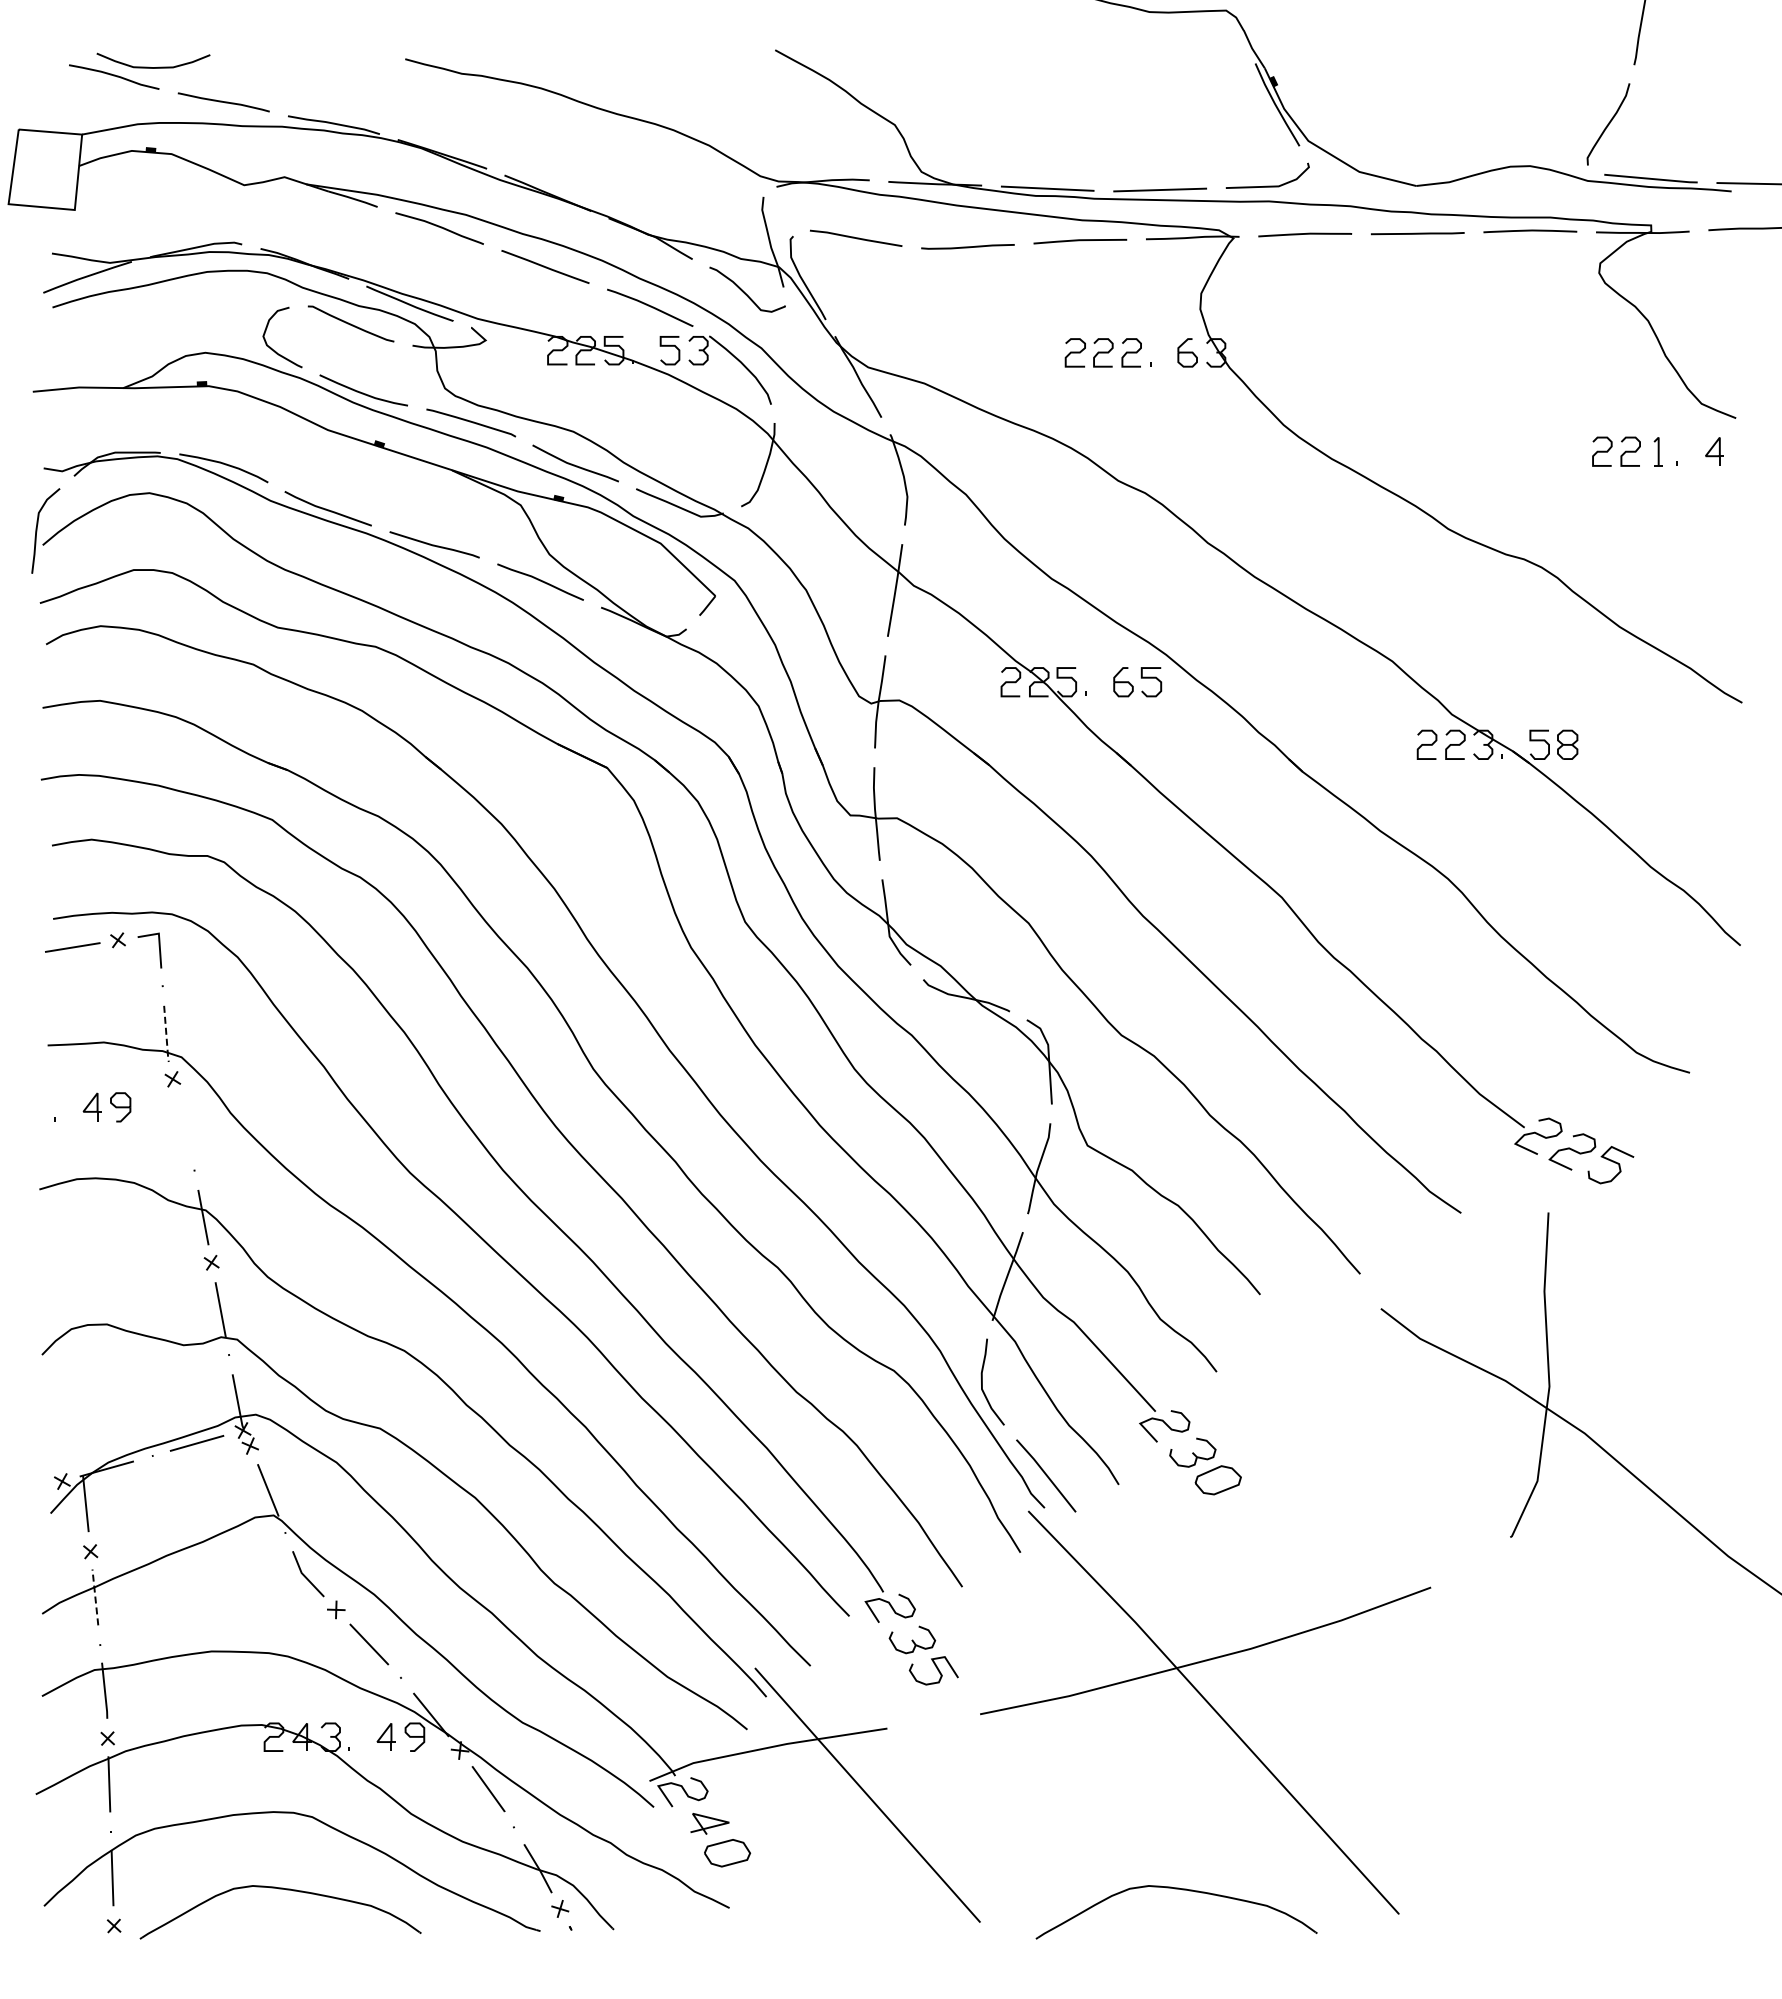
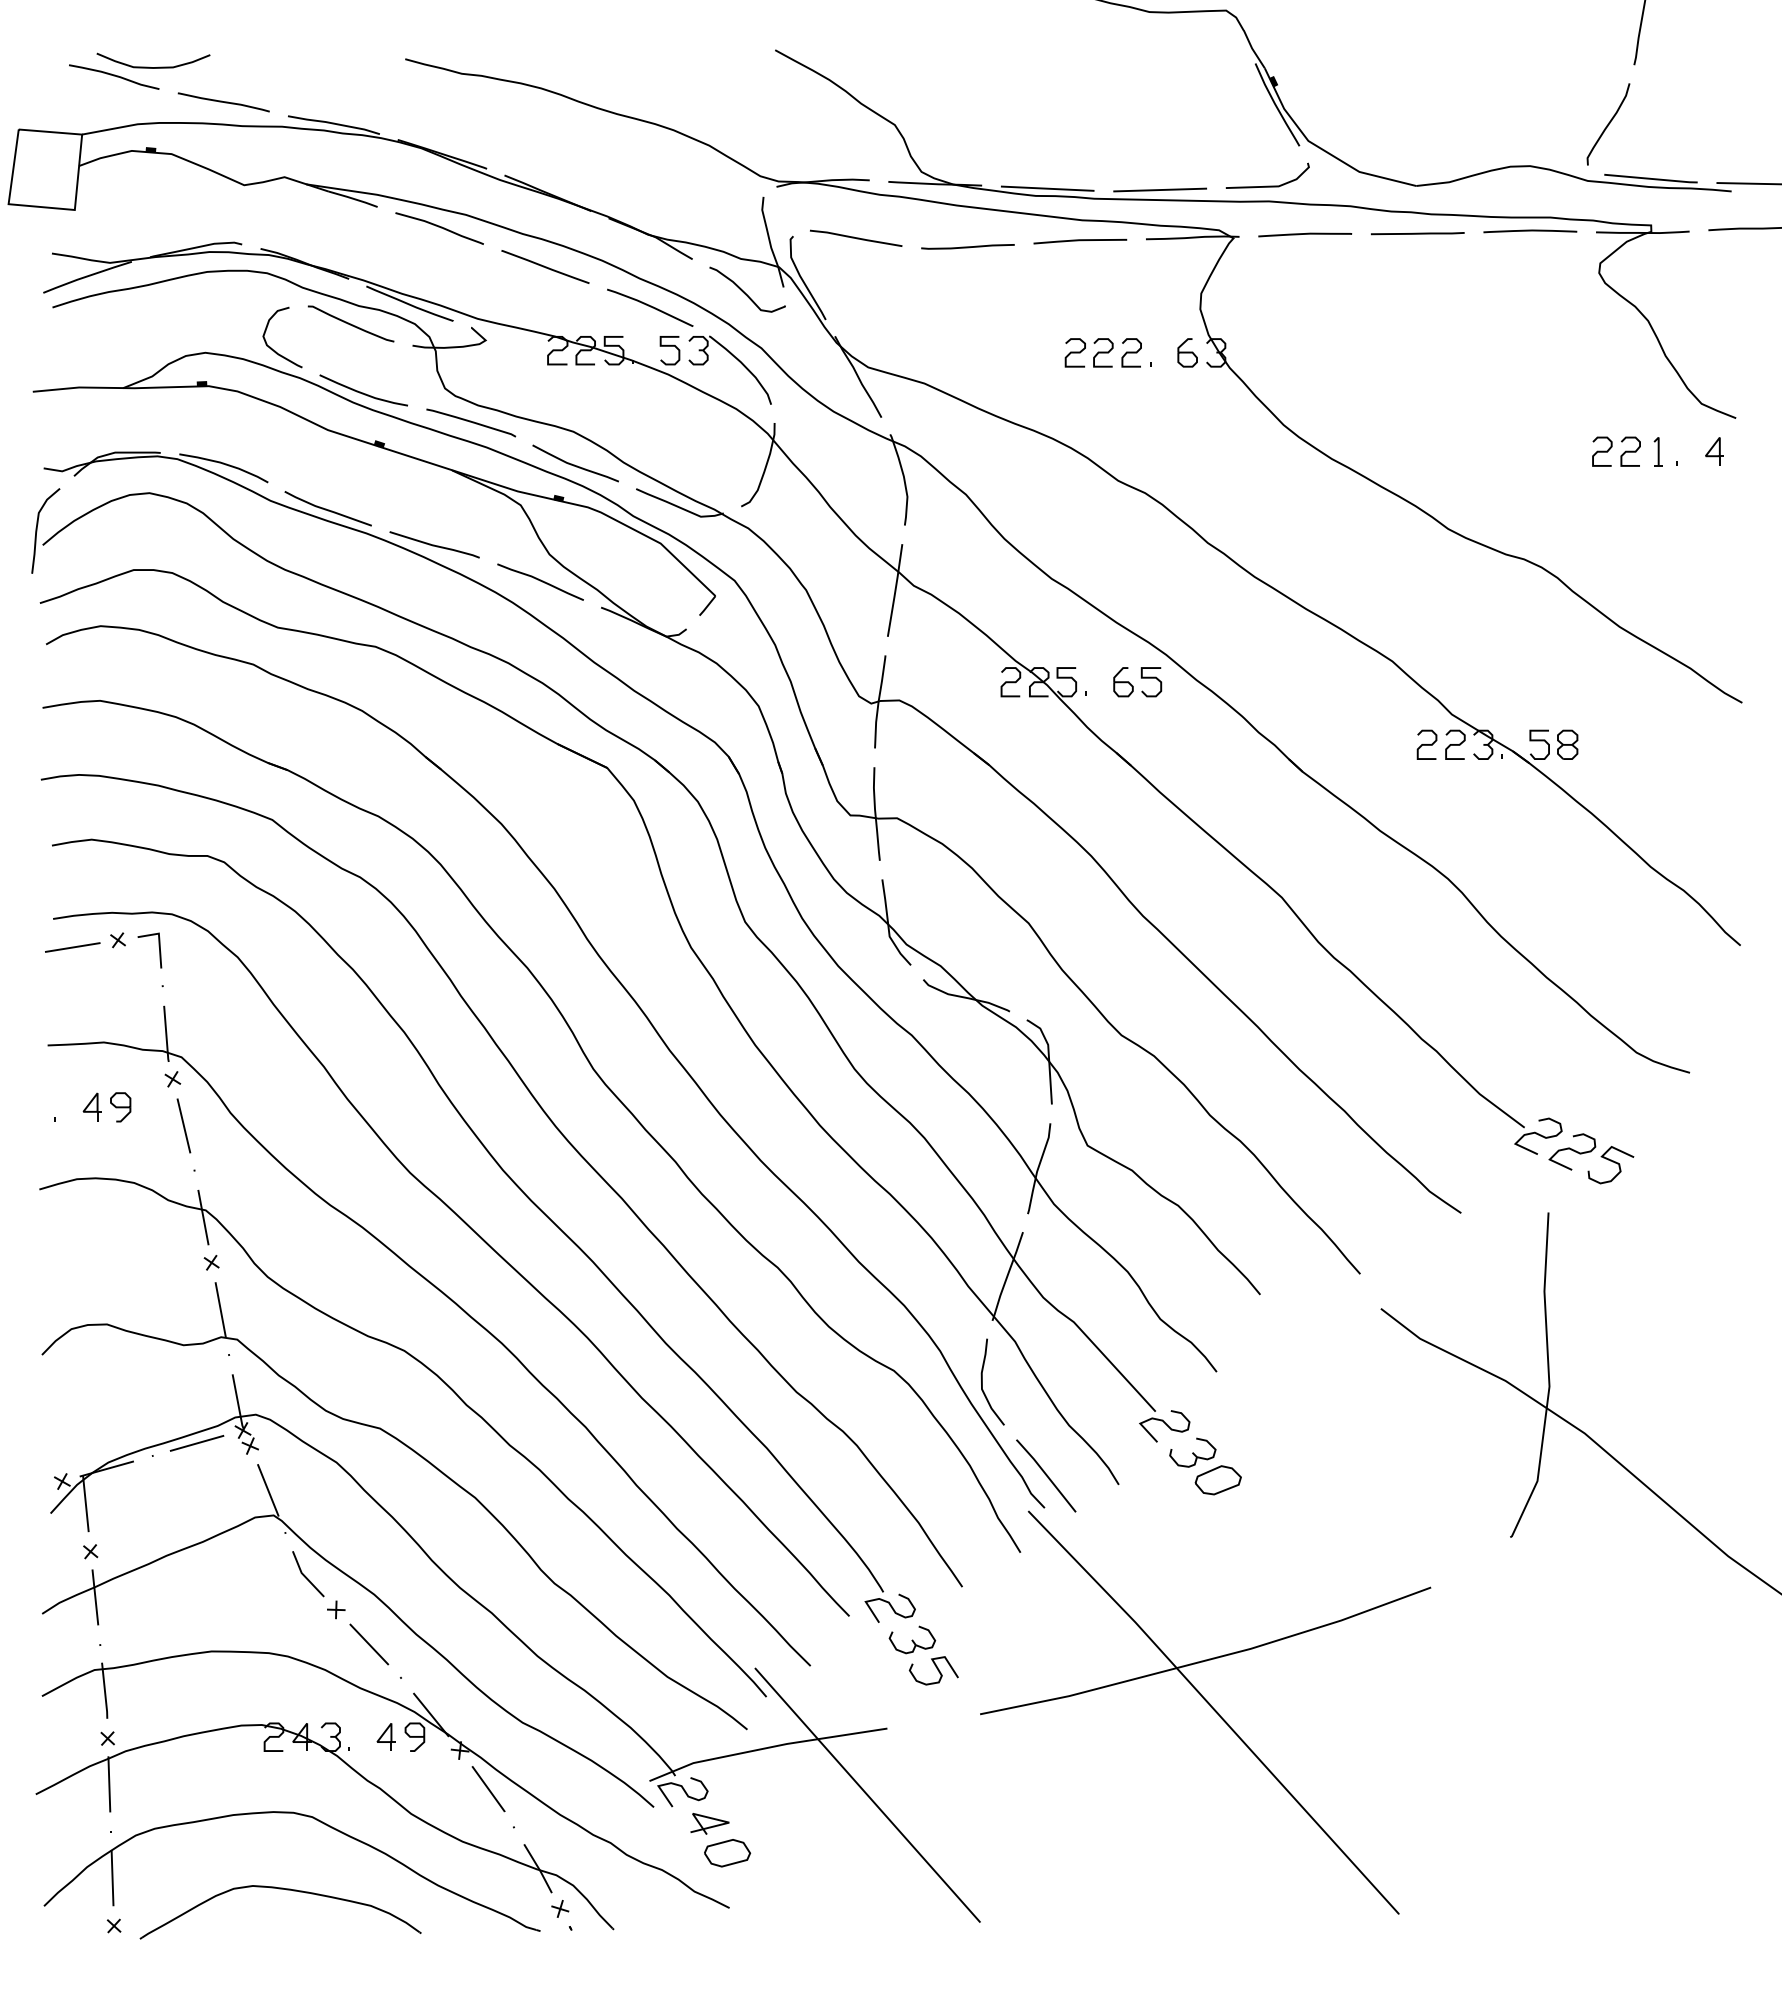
line at (166, 1035): dashed -> solid
line at (183, 1125): none -> present
line at (95, 1596): dashed -> solid
part at (1182, 1890): present -> none
